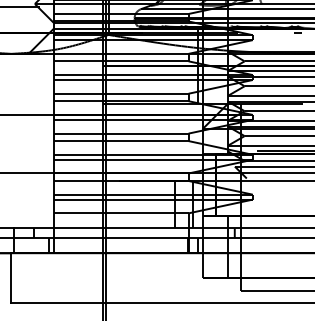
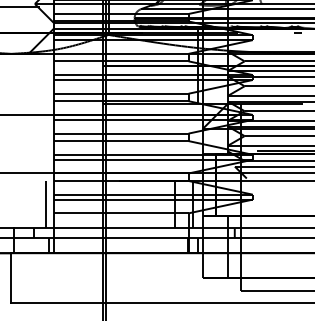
line at (46, 204): none -> present
